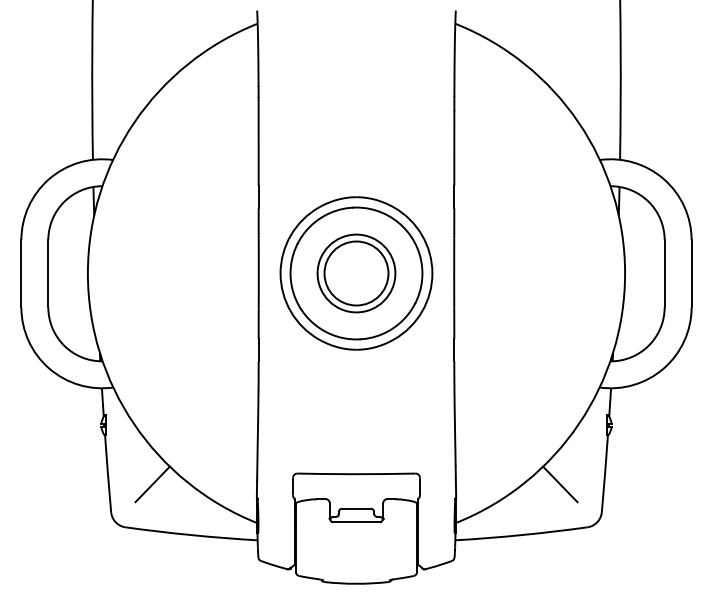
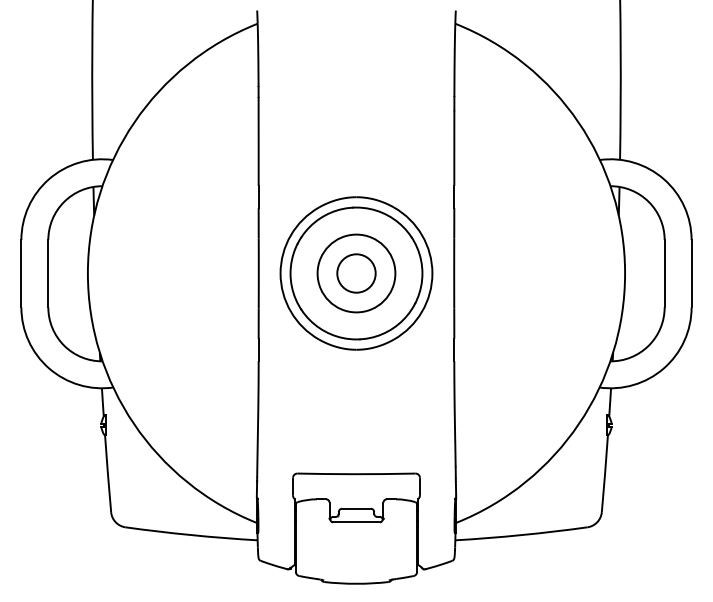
circle at (356, 273) diameter: 64 px -> 38 px
line at (152, 484): present -> none
line at (560, 484): present -> none
